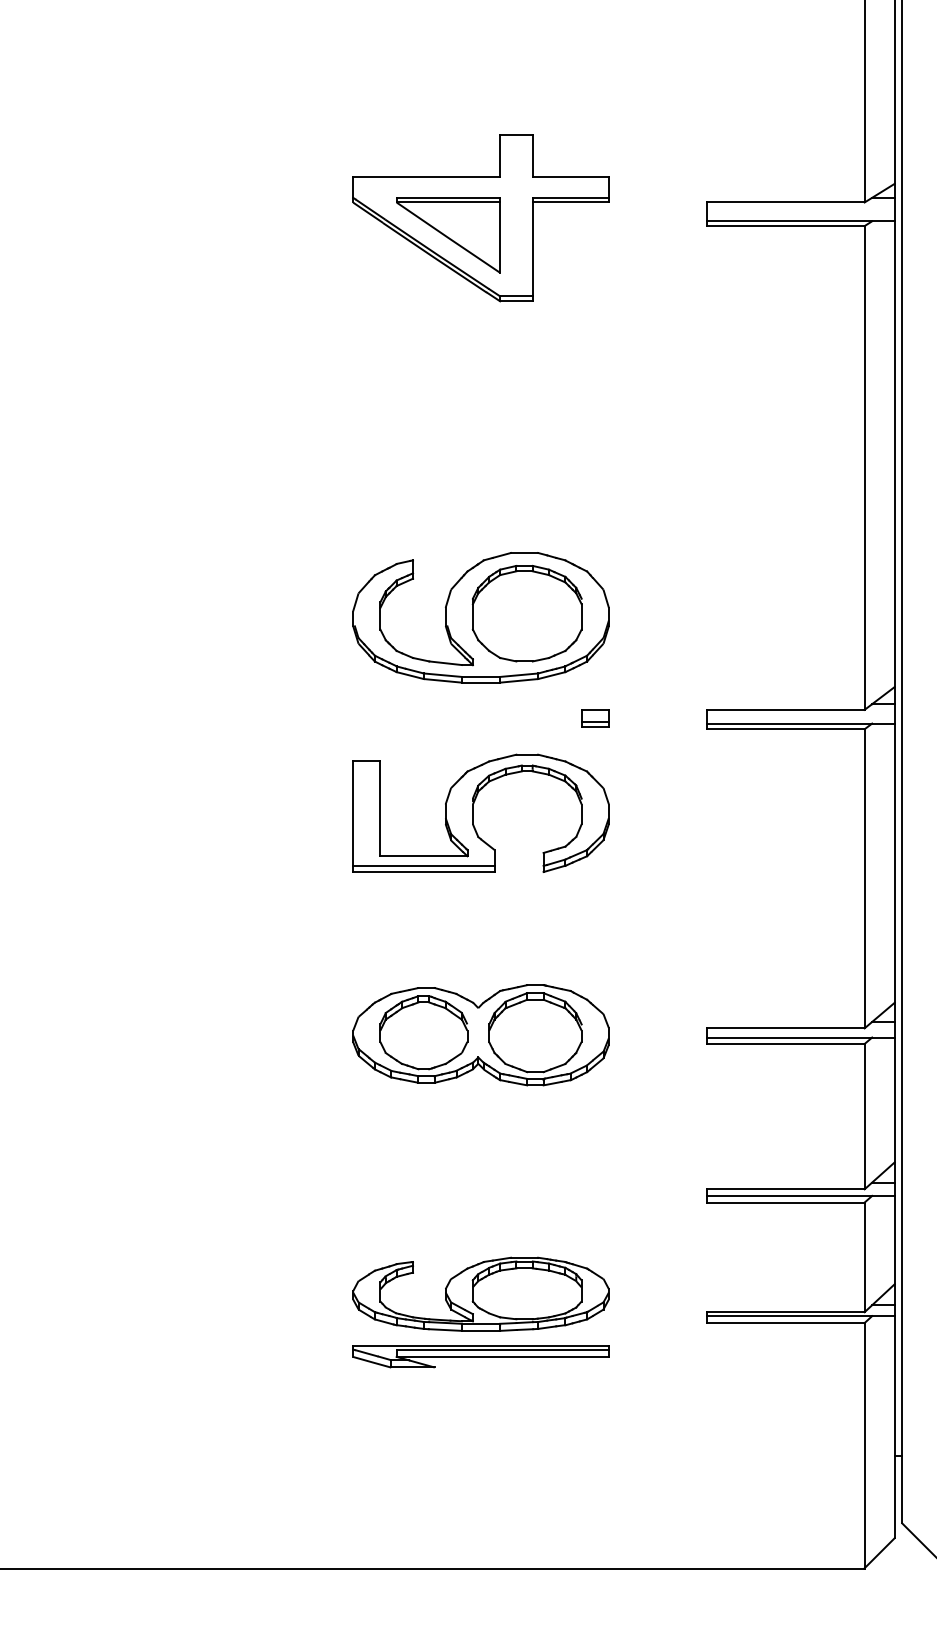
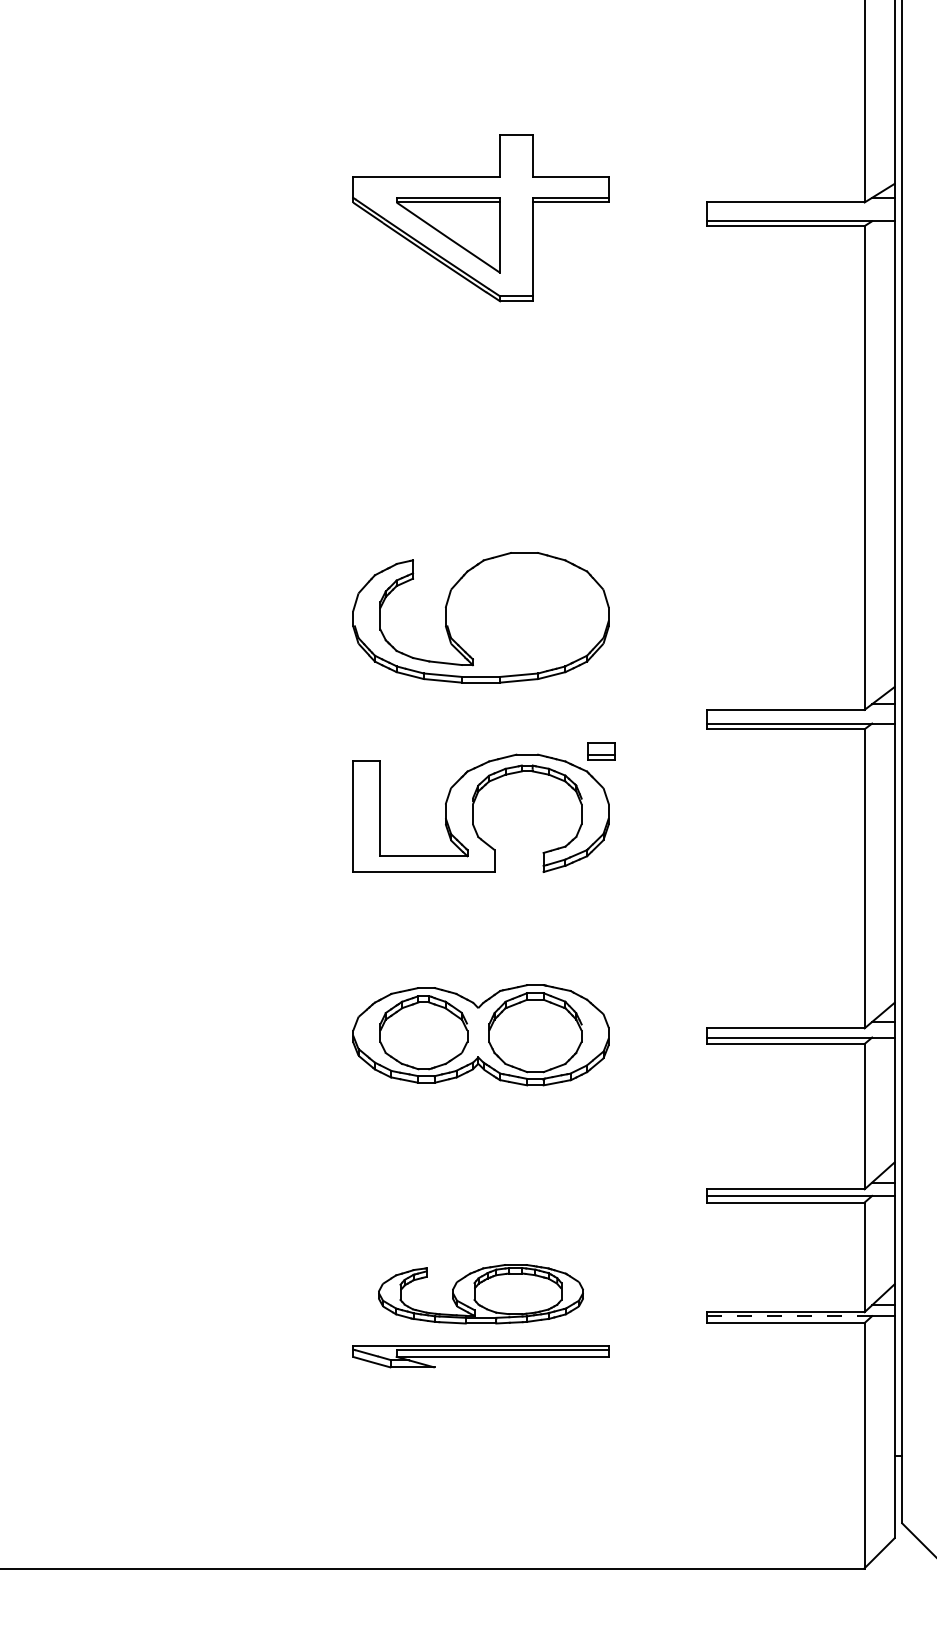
part at (526, 613): present -> none
part at (595, 718) position: (595, 718) -> (601, 751)
line at (423, 865): present -> none
part at (480, 1293) size: 258x76 px -> 206x61 px
line at (789, 1316): solid -> dashed
